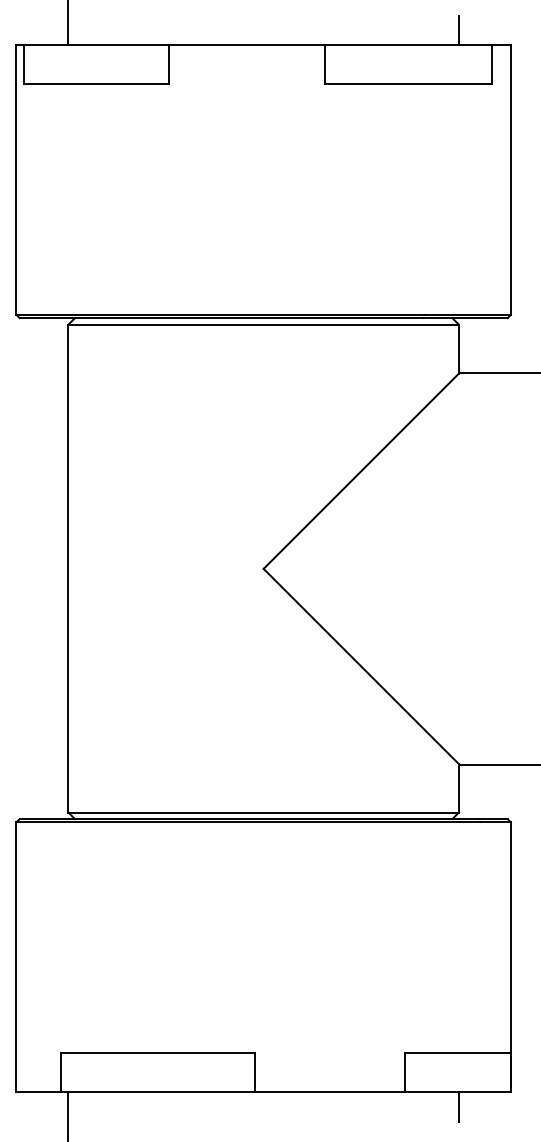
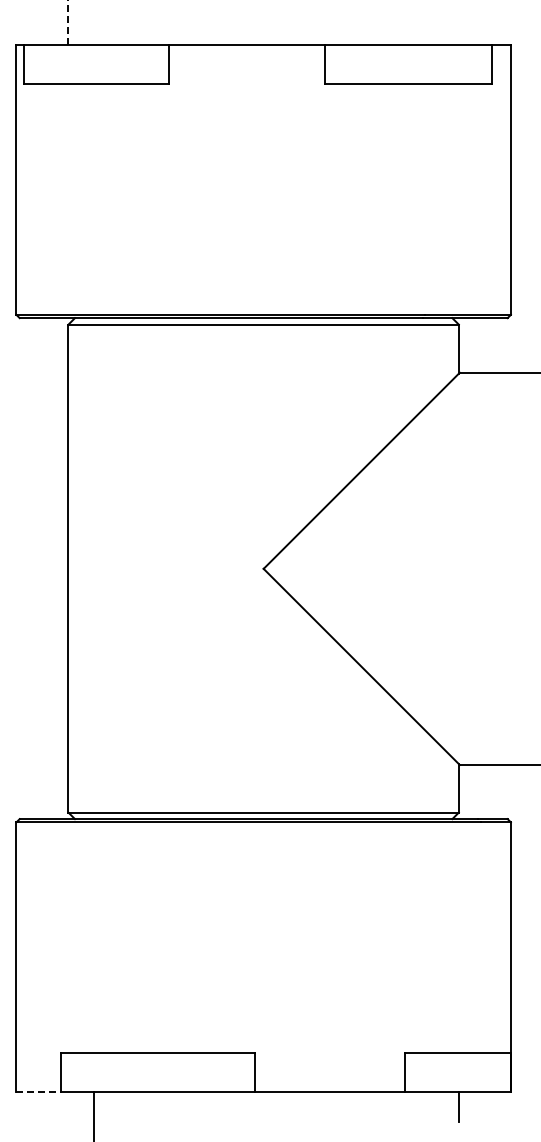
line at (68, 21): solid -> dashed
line at (458, 29): present -> none
line at (39, 1092): solid -> dashed
line at (68, 1115) position: (68, 1115) -> (94, 1115)
